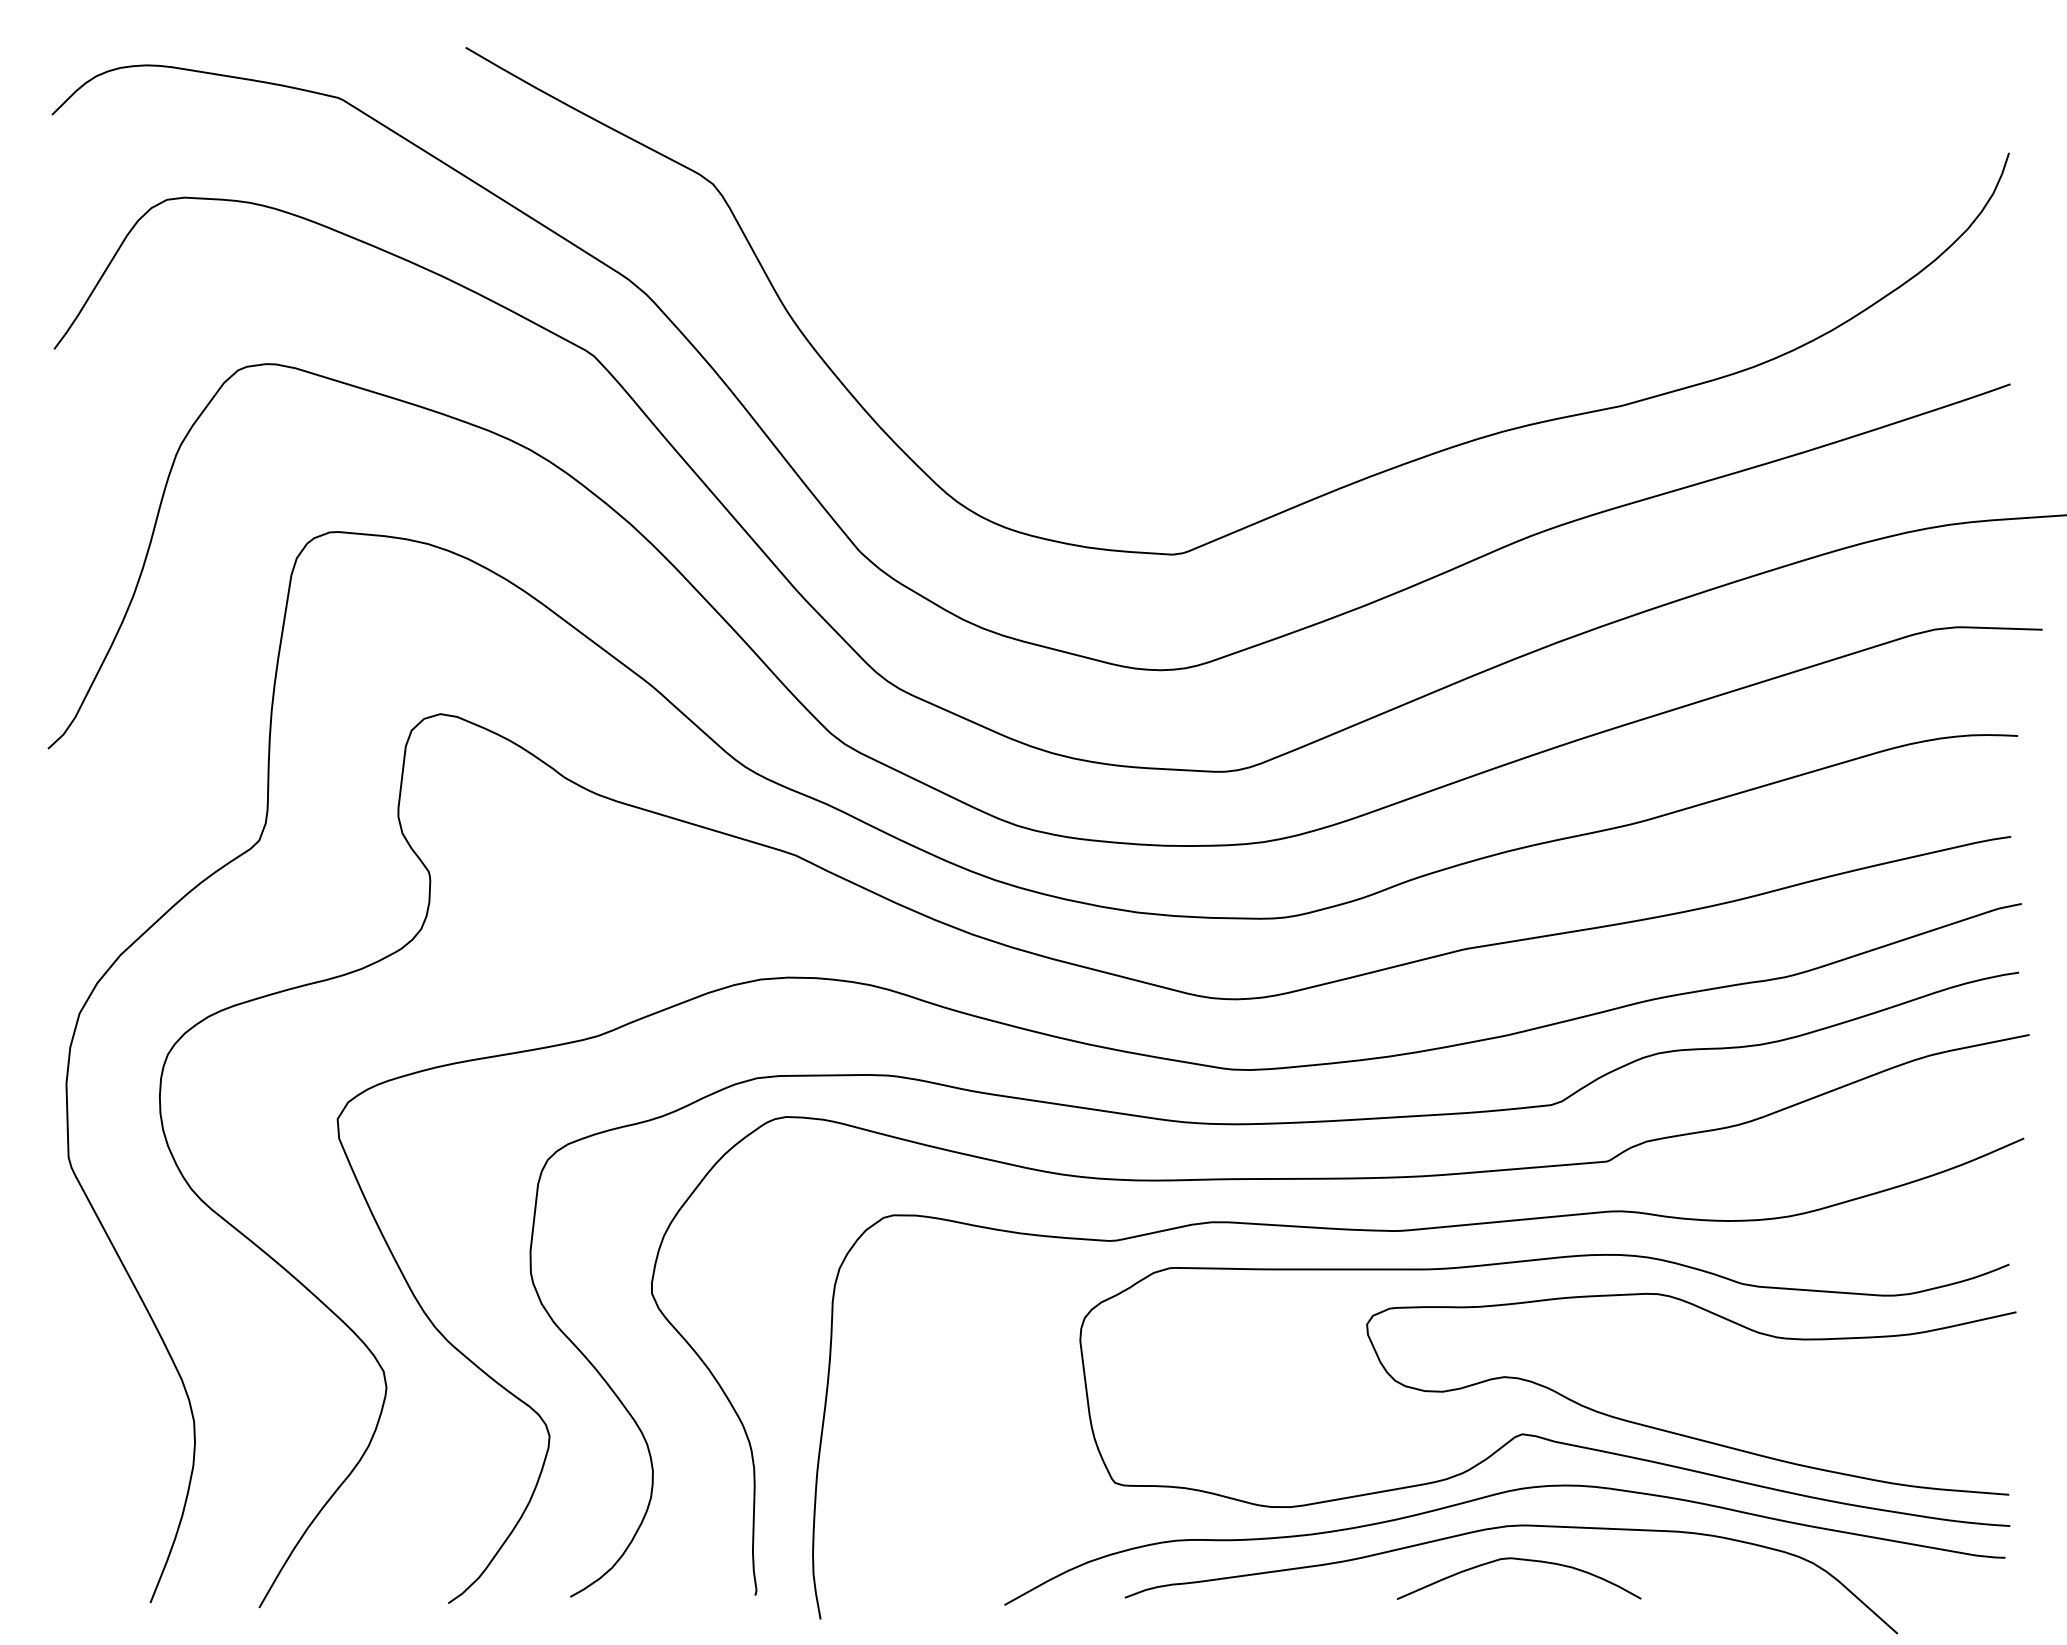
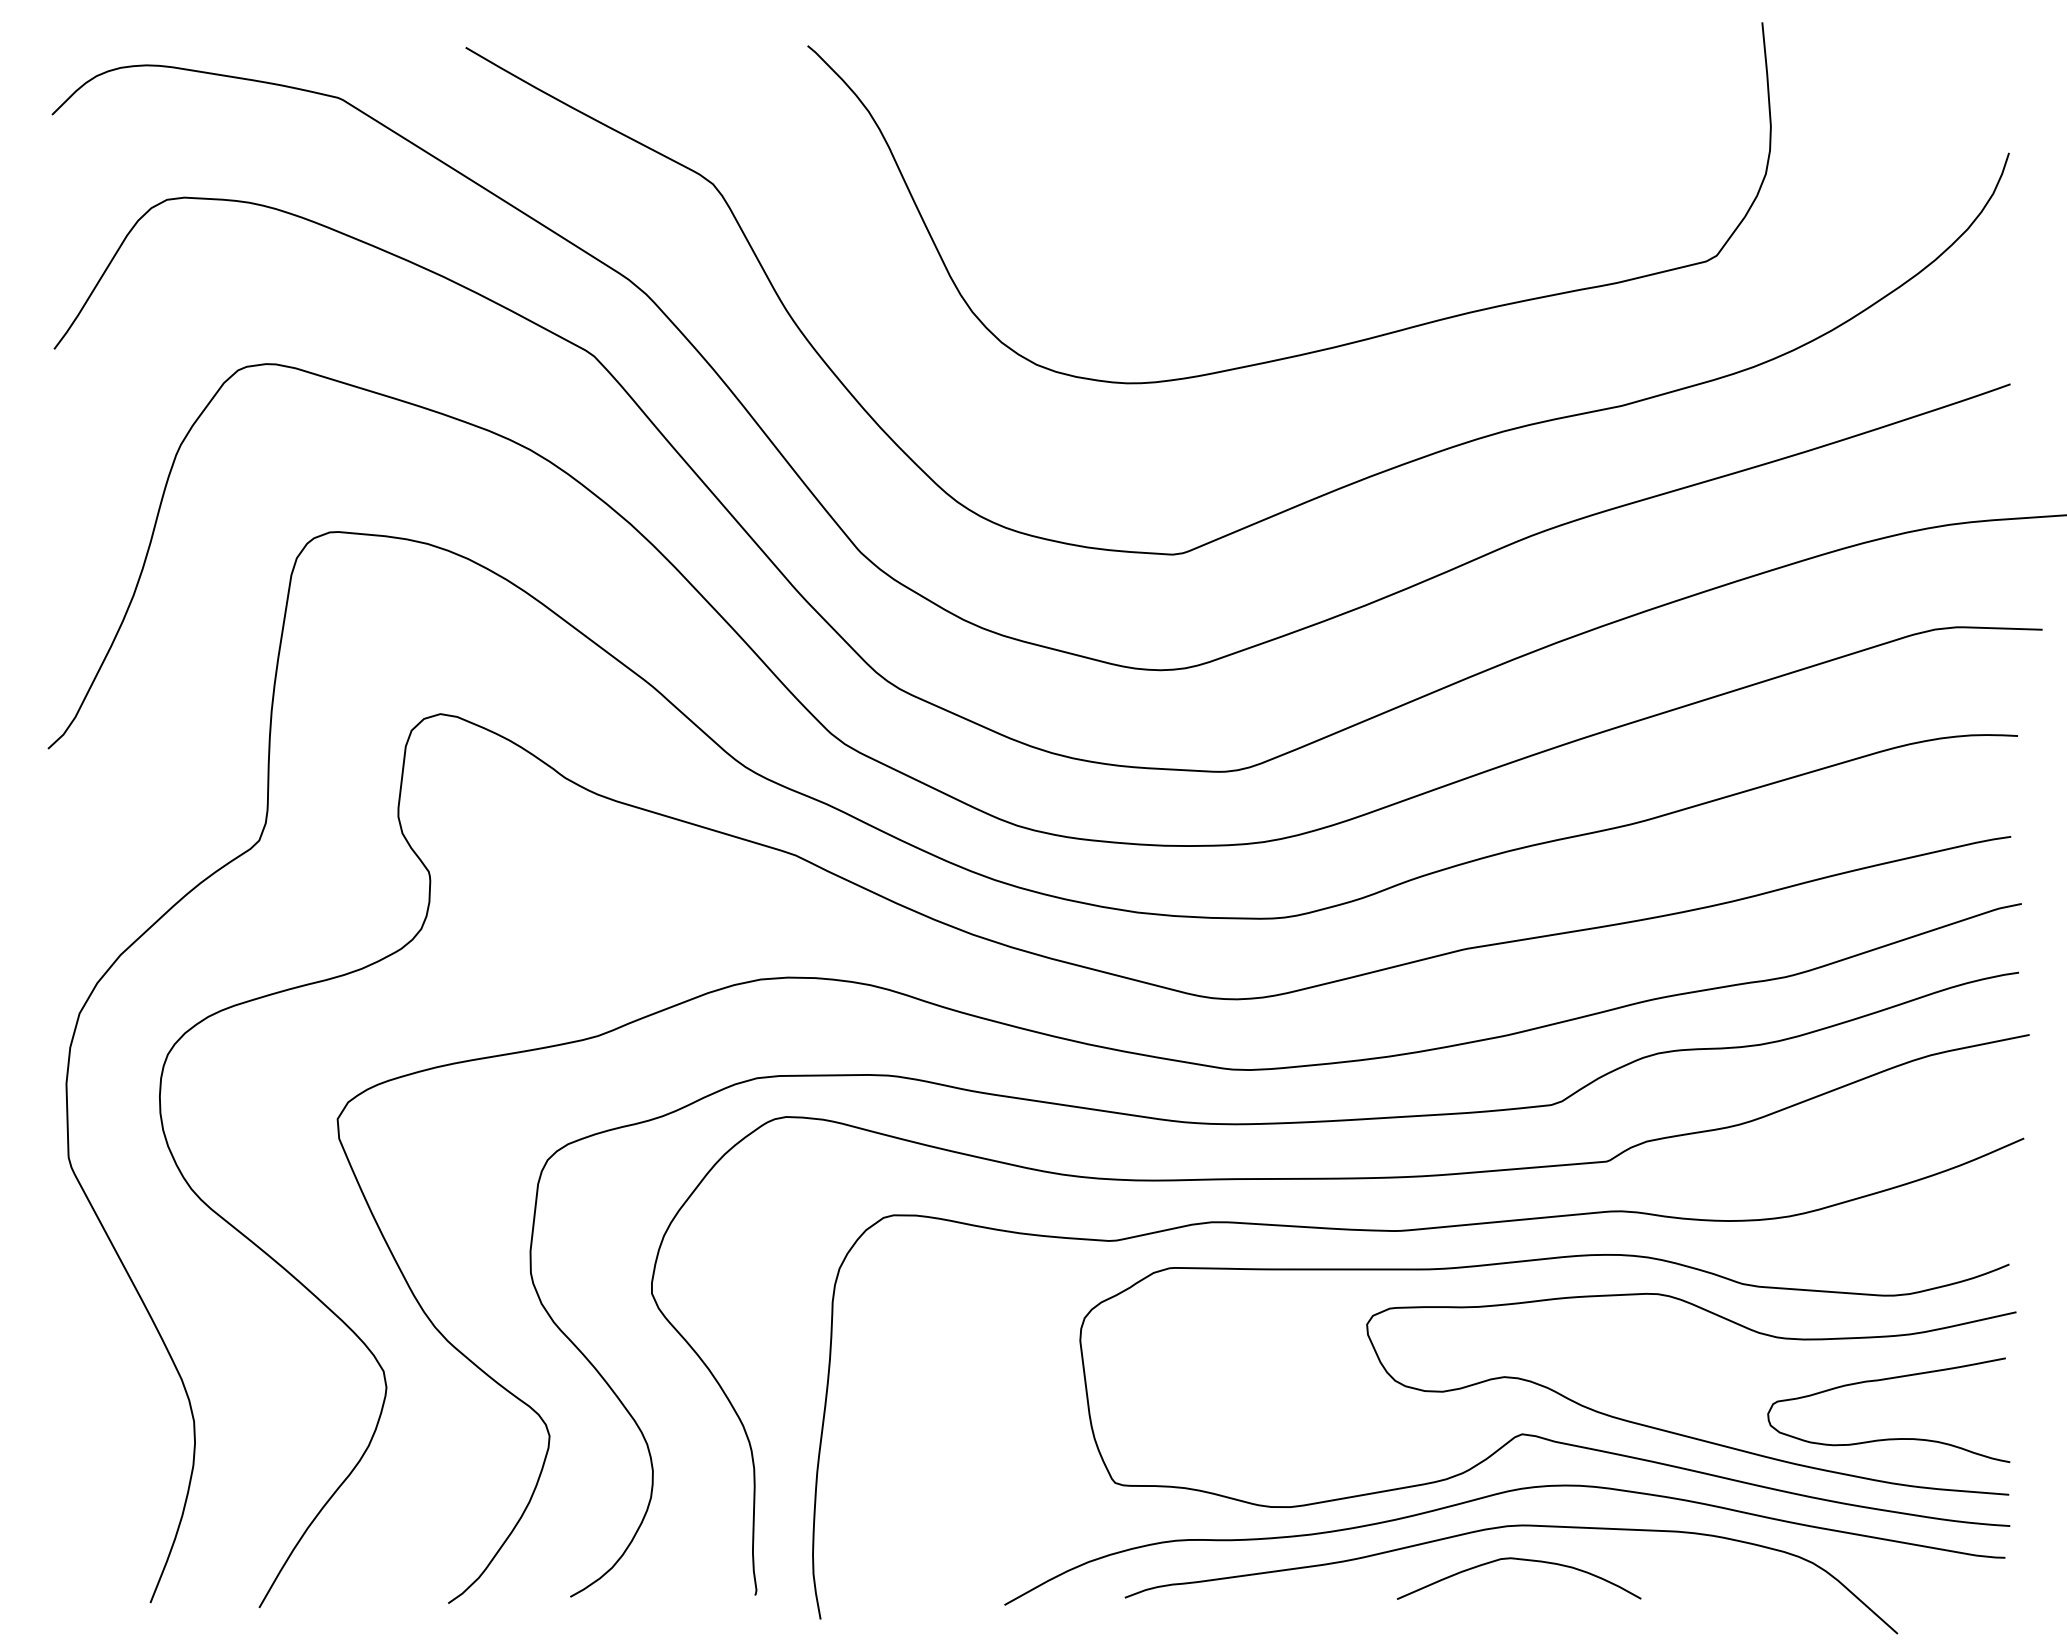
curve at (1319, 349): none -> present
curve at (1888, 1438): none -> present
